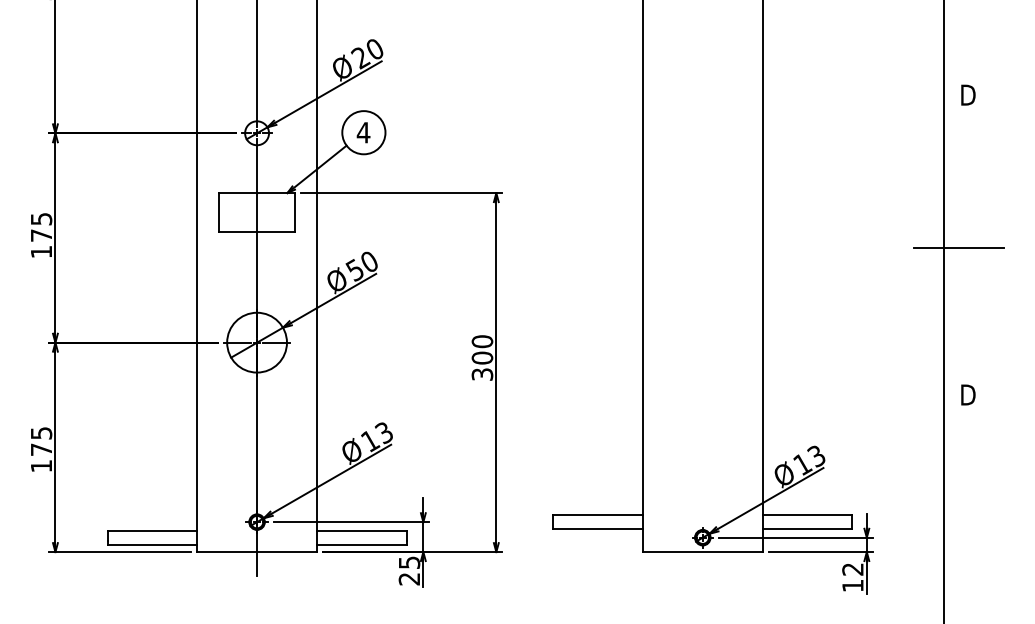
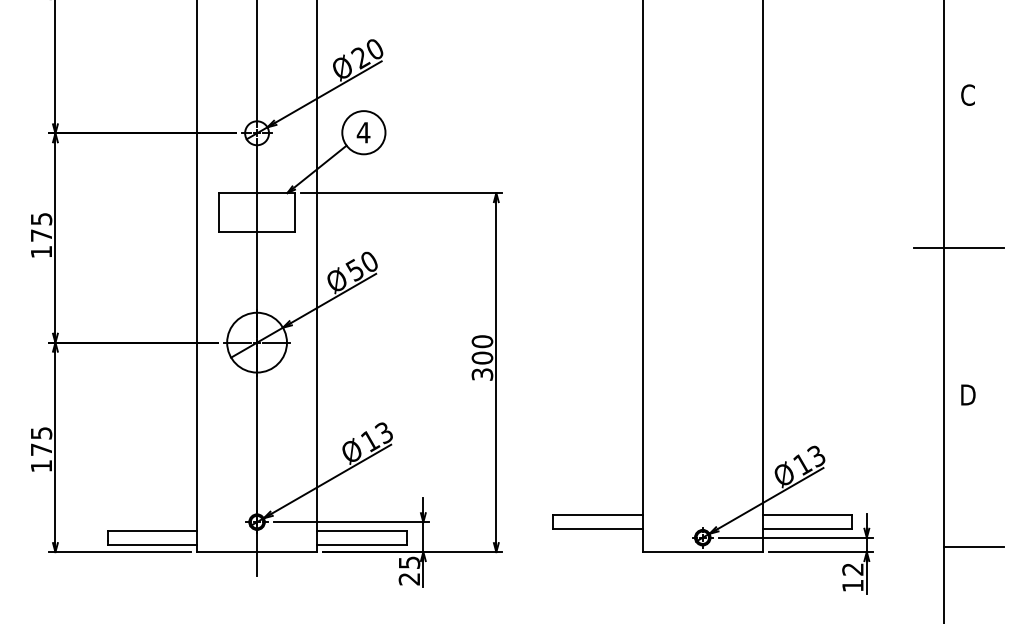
text at (968, 94): D -> C
line at (973, 546): none -> present
